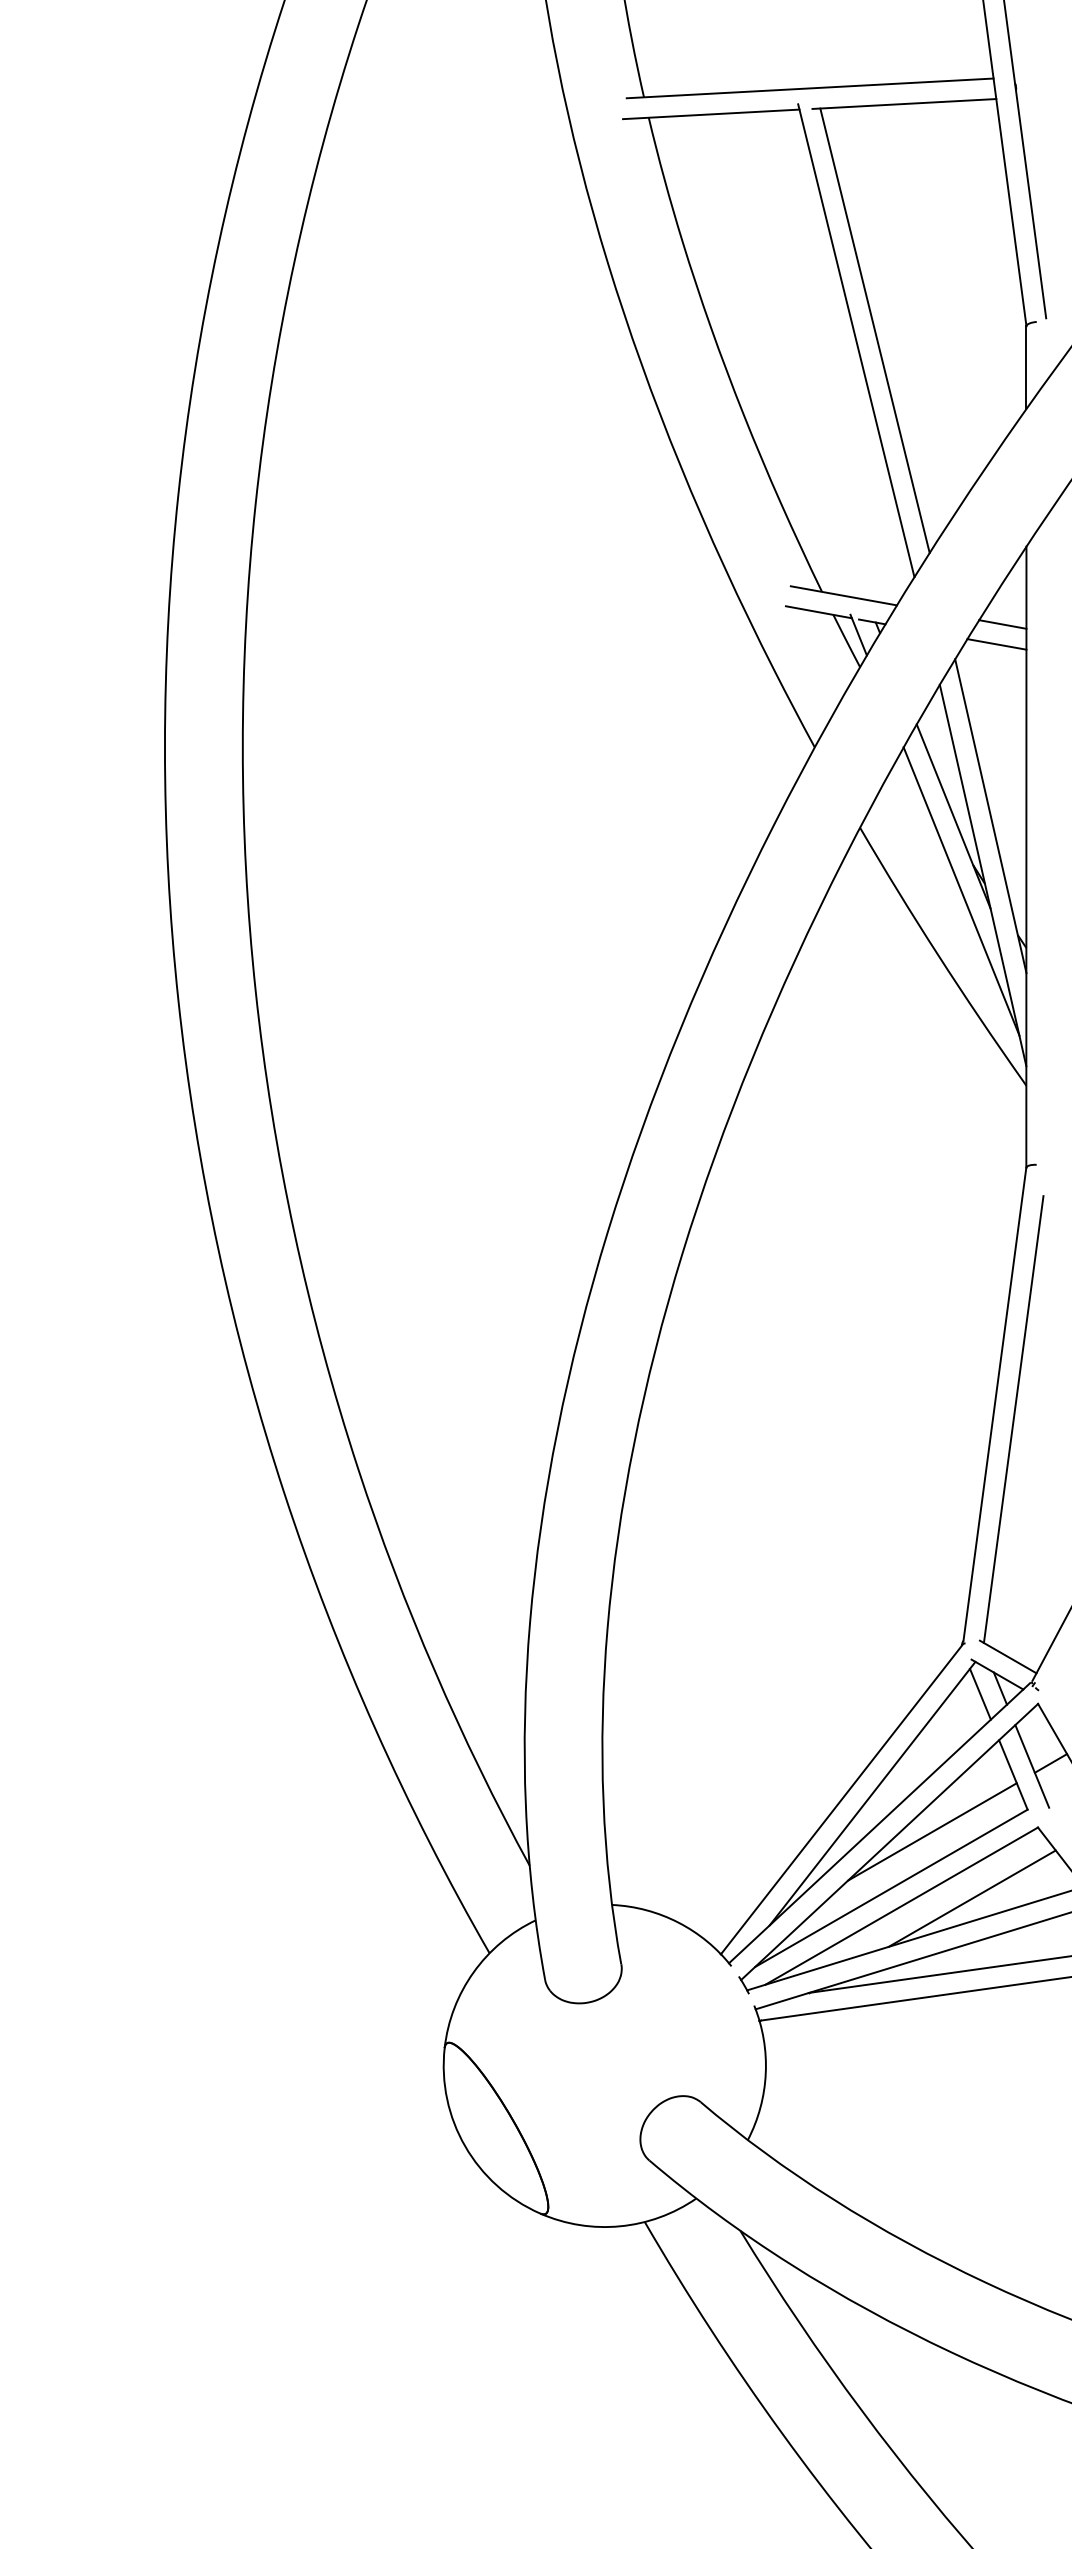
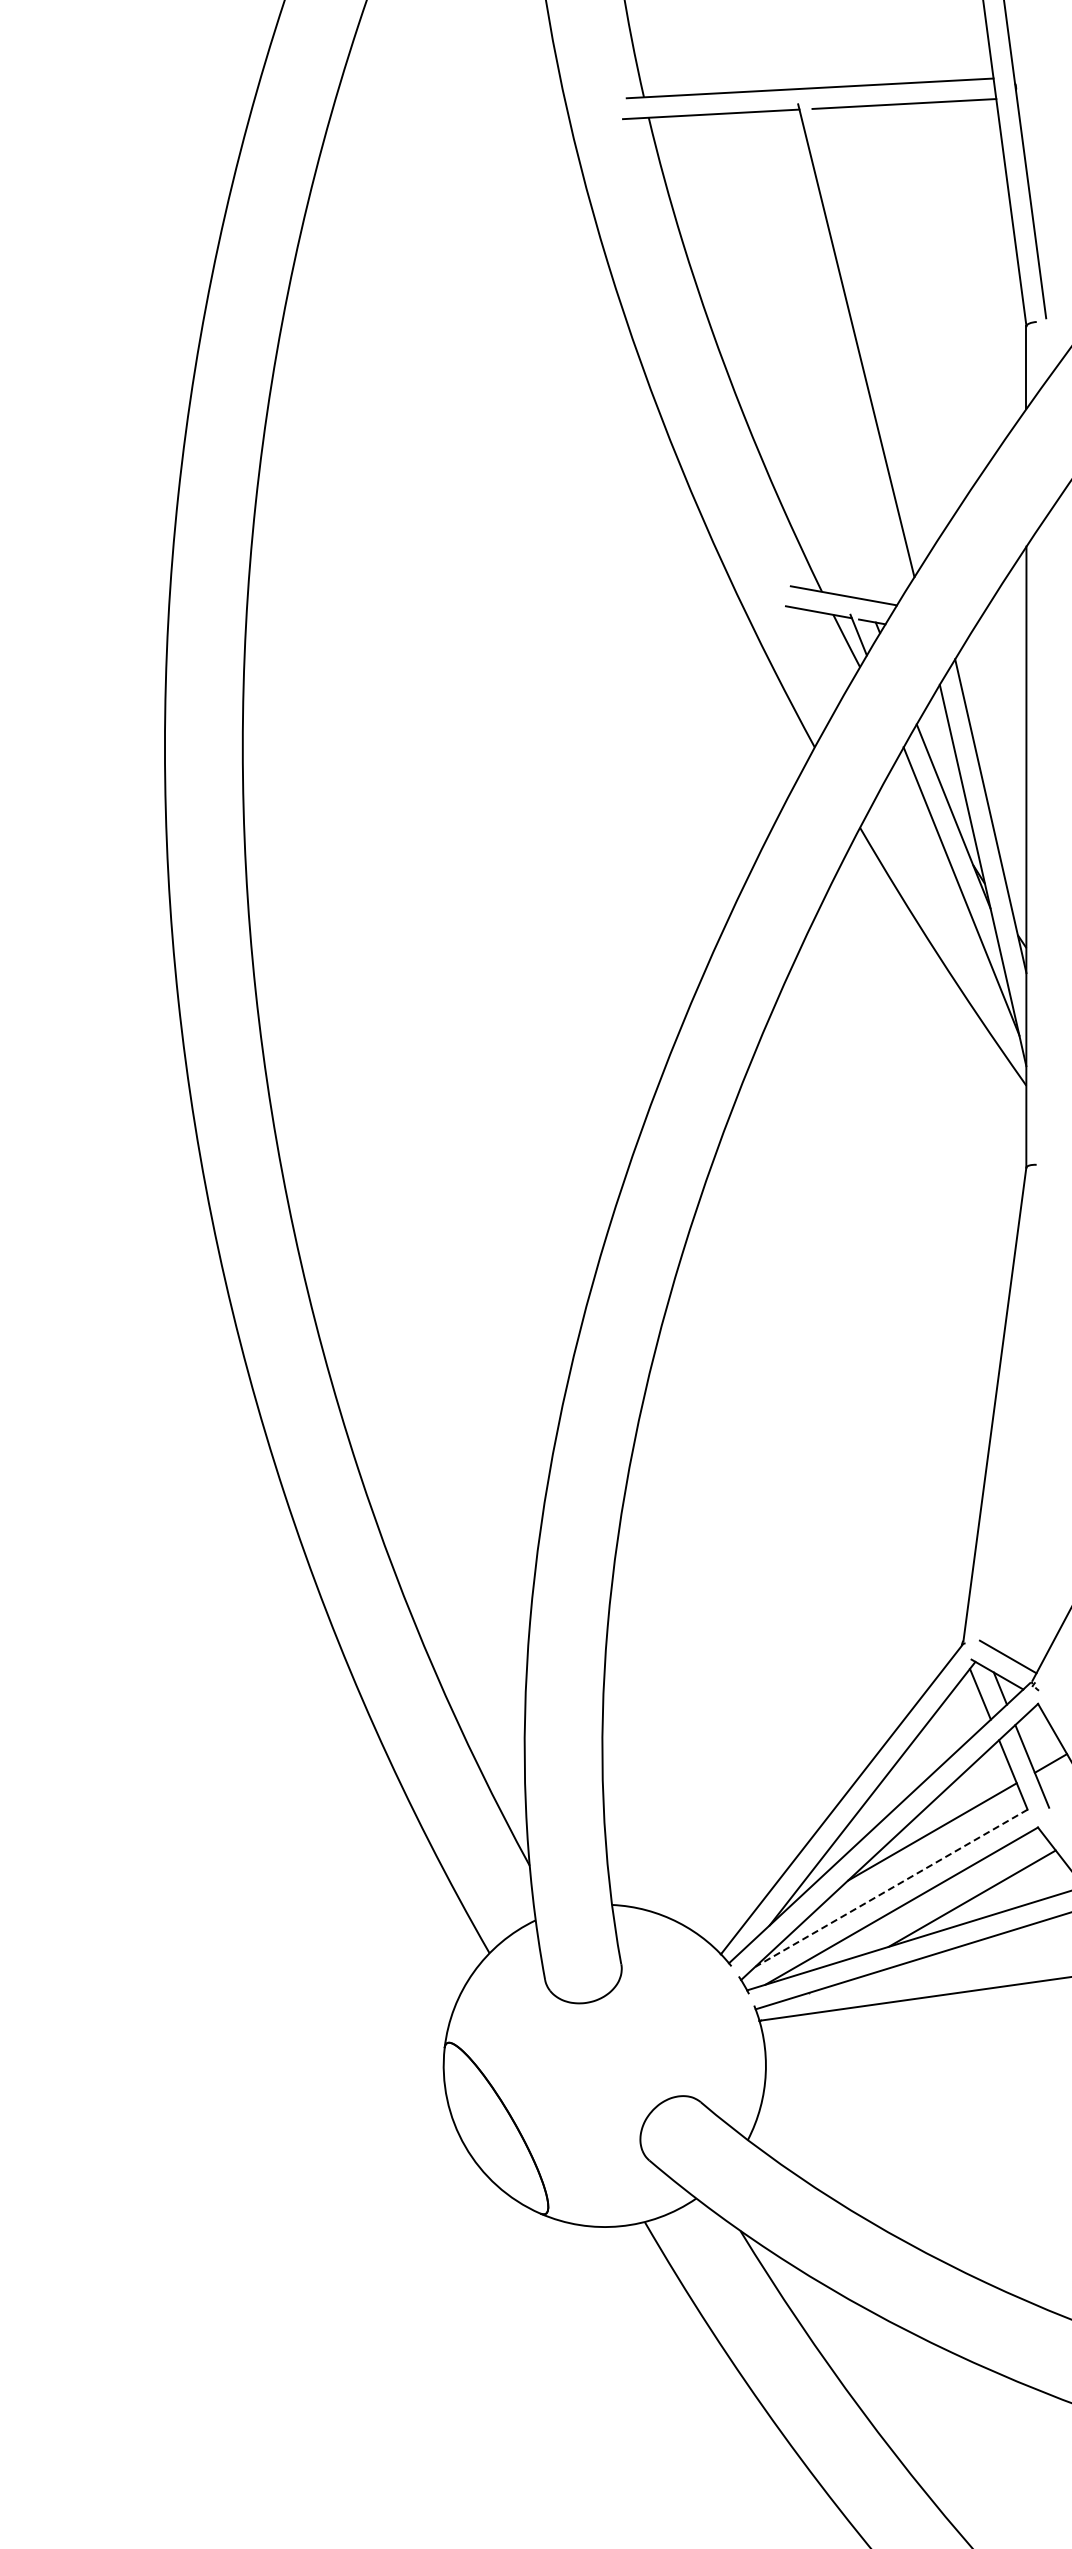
line at (874, 330): present -> none
line at (1002, 624): present -> none
line at (996, 644): present -> none
line at (1013, 1419): present -> none
line at (891, 1888): solid -> dashed
line at (938, 1974): present -> none
